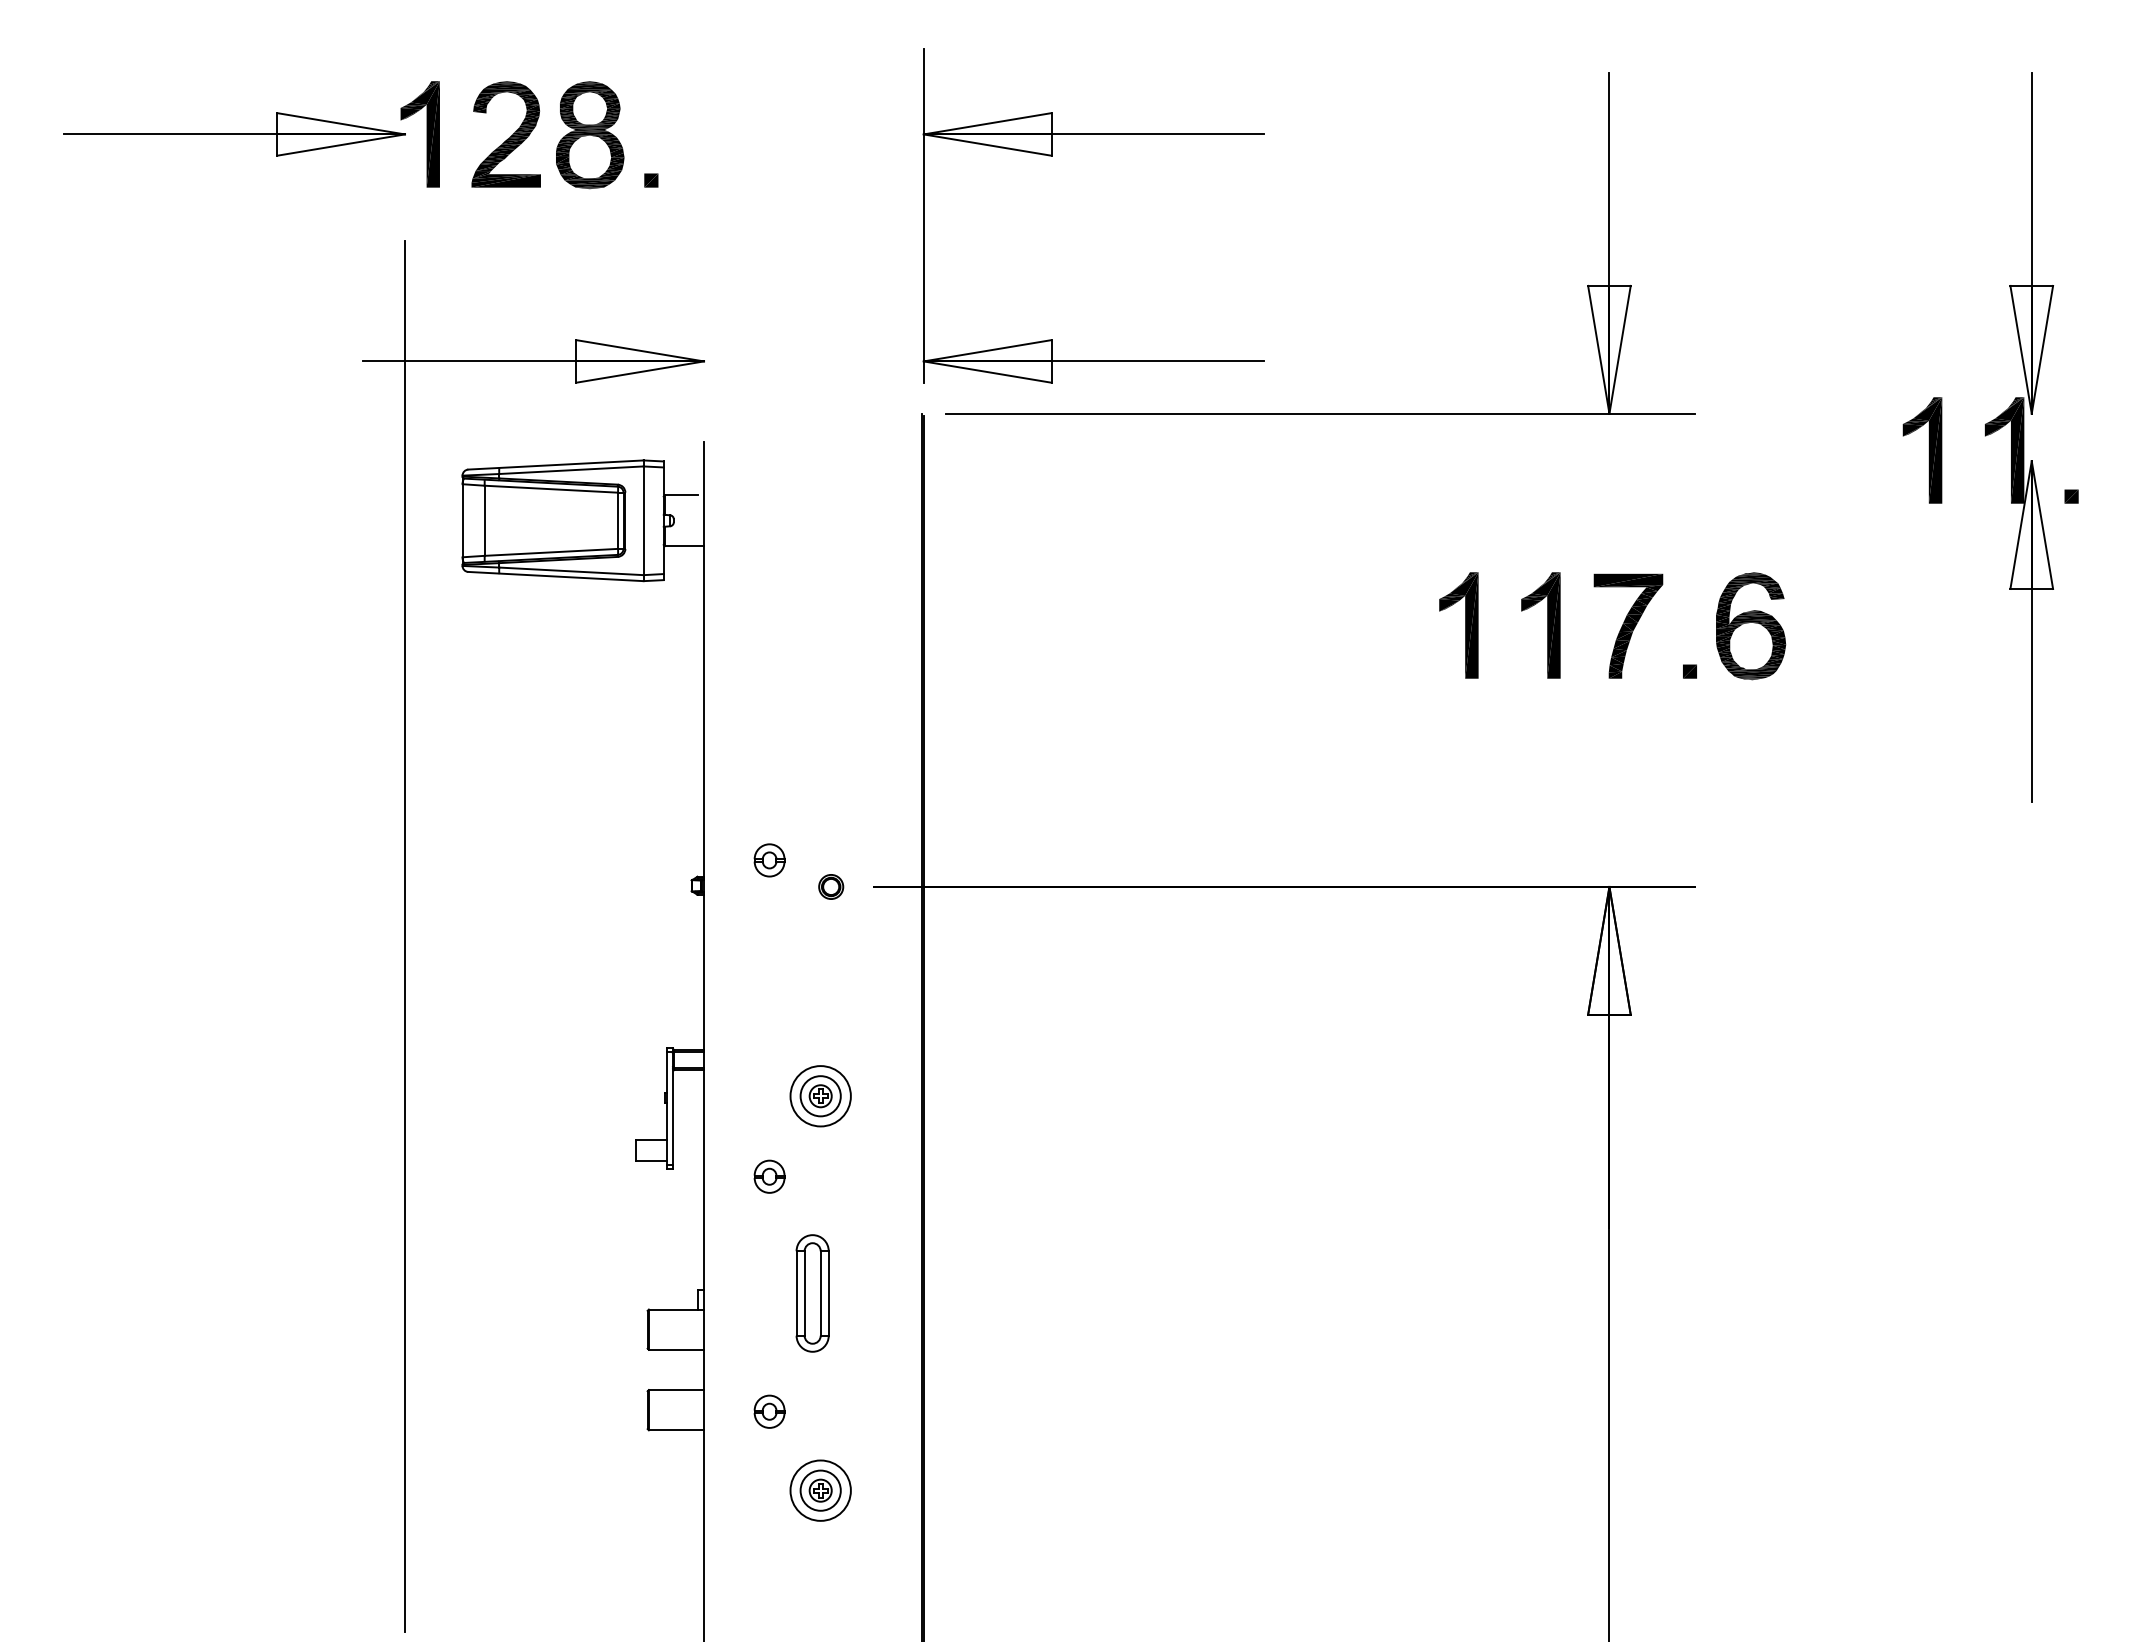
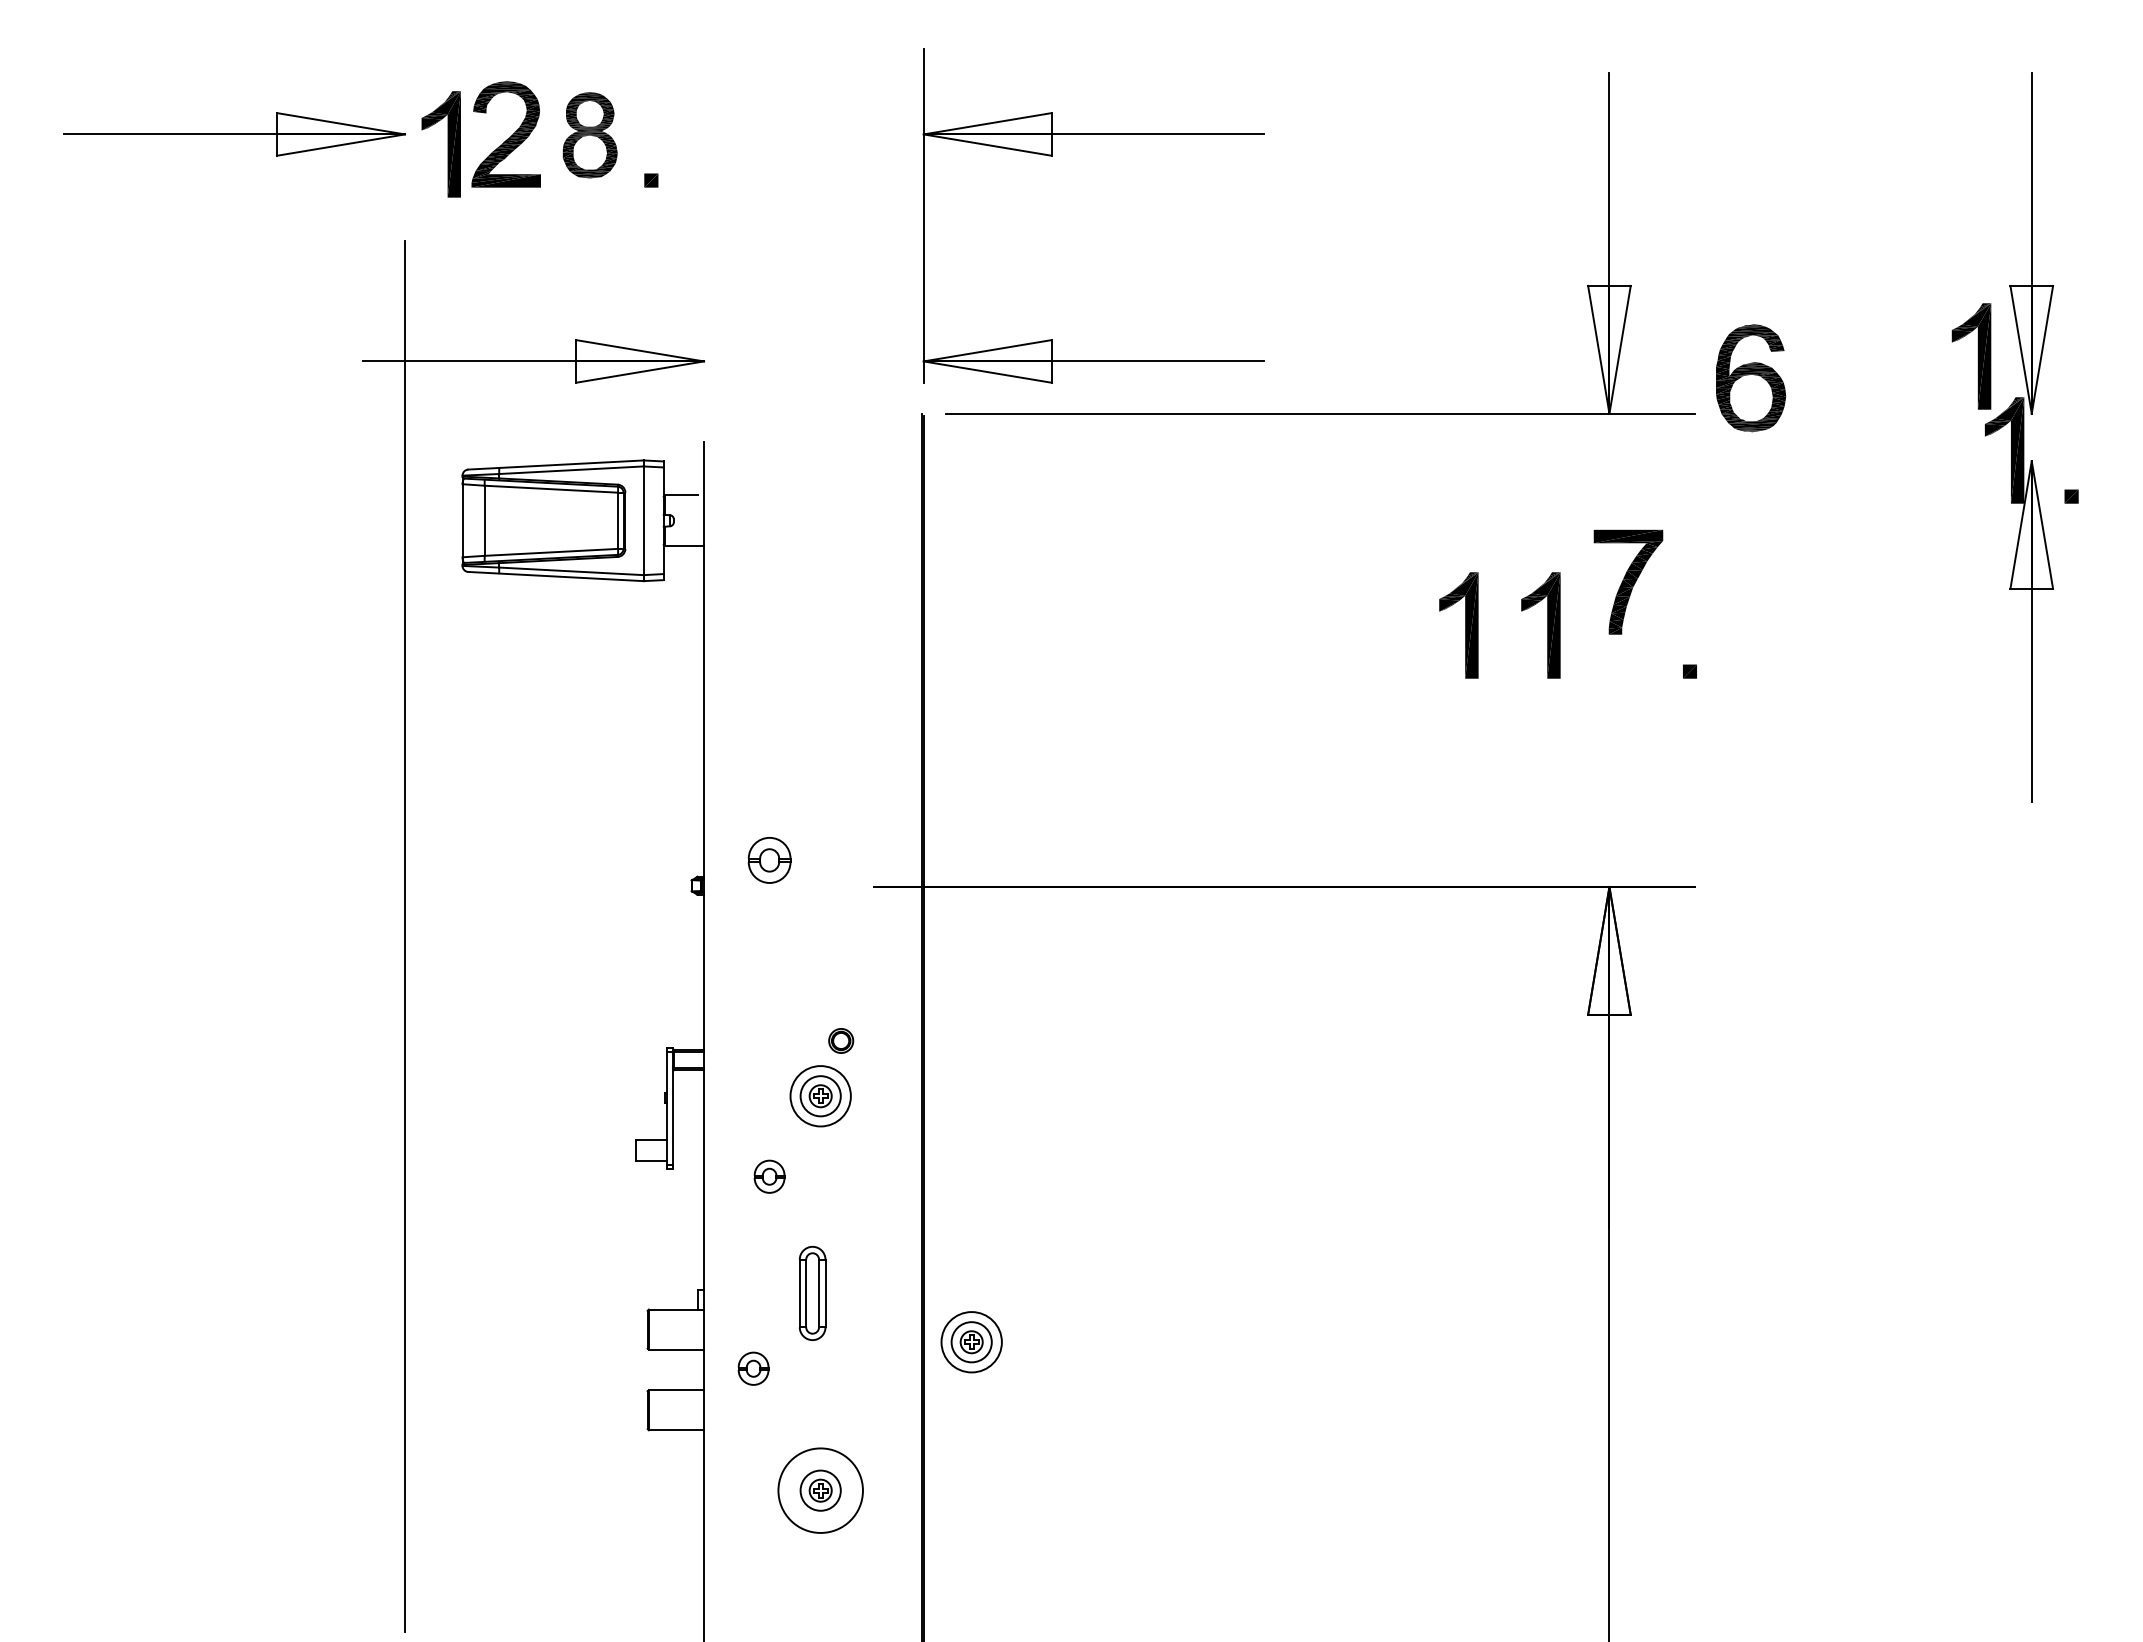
part at (426, 134) position: (426, 134) -> (447, 144)
part at (590, 135) size: 69x109 px -> 56x87 px
part at (1922, 450) position: (1922, 450) -> (1971, 356)
part at (1628, 625) position: (1628, 625) -> (1628, 581)
part at (1751, 626) position: (1751, 626) -> (1751, 378)
part at (769, 860) size: 33x35 px -> 45x47 px
part at (831, 886) position: (831, 886) -> (841, 1040)
part at (812, 1293) size: 35x119 px -> 29x96 px
part at (971, 1342): none -> present
part at (769, 1411) position: (769, 1411) -> (753, 1368)
circle at (820, 1490) diameter: 60 px -> 85 px
